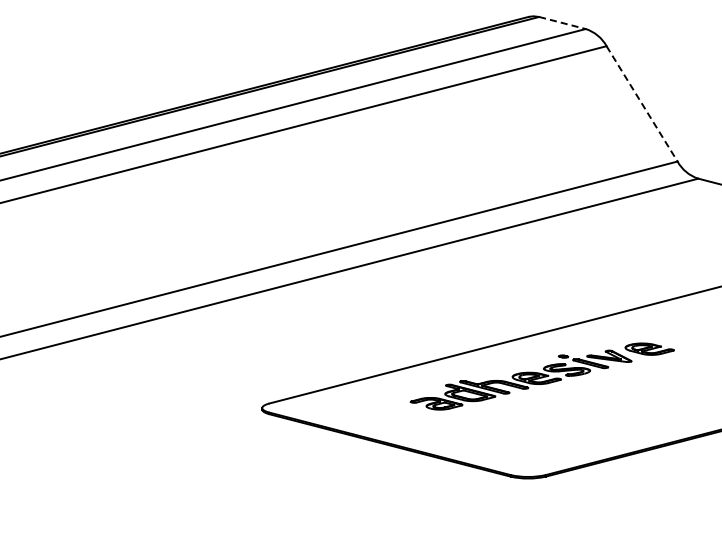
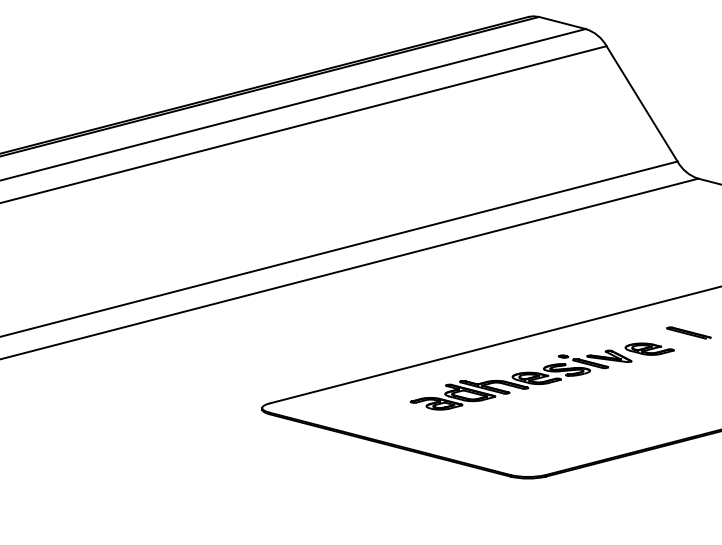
line at (562, 23): dashed -> solid
line at (642, 103): dashed -> solid
part at (688, 332): none -> present
